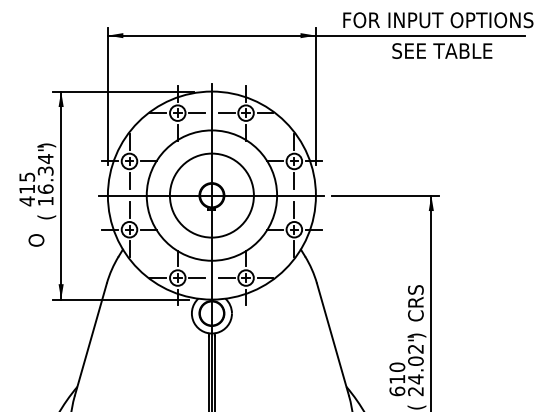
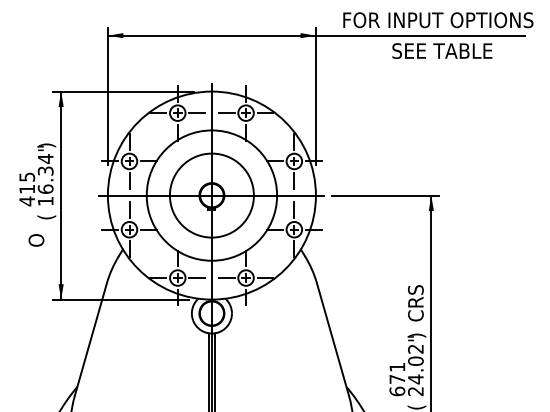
text at (397, 372): 610 -> 671
